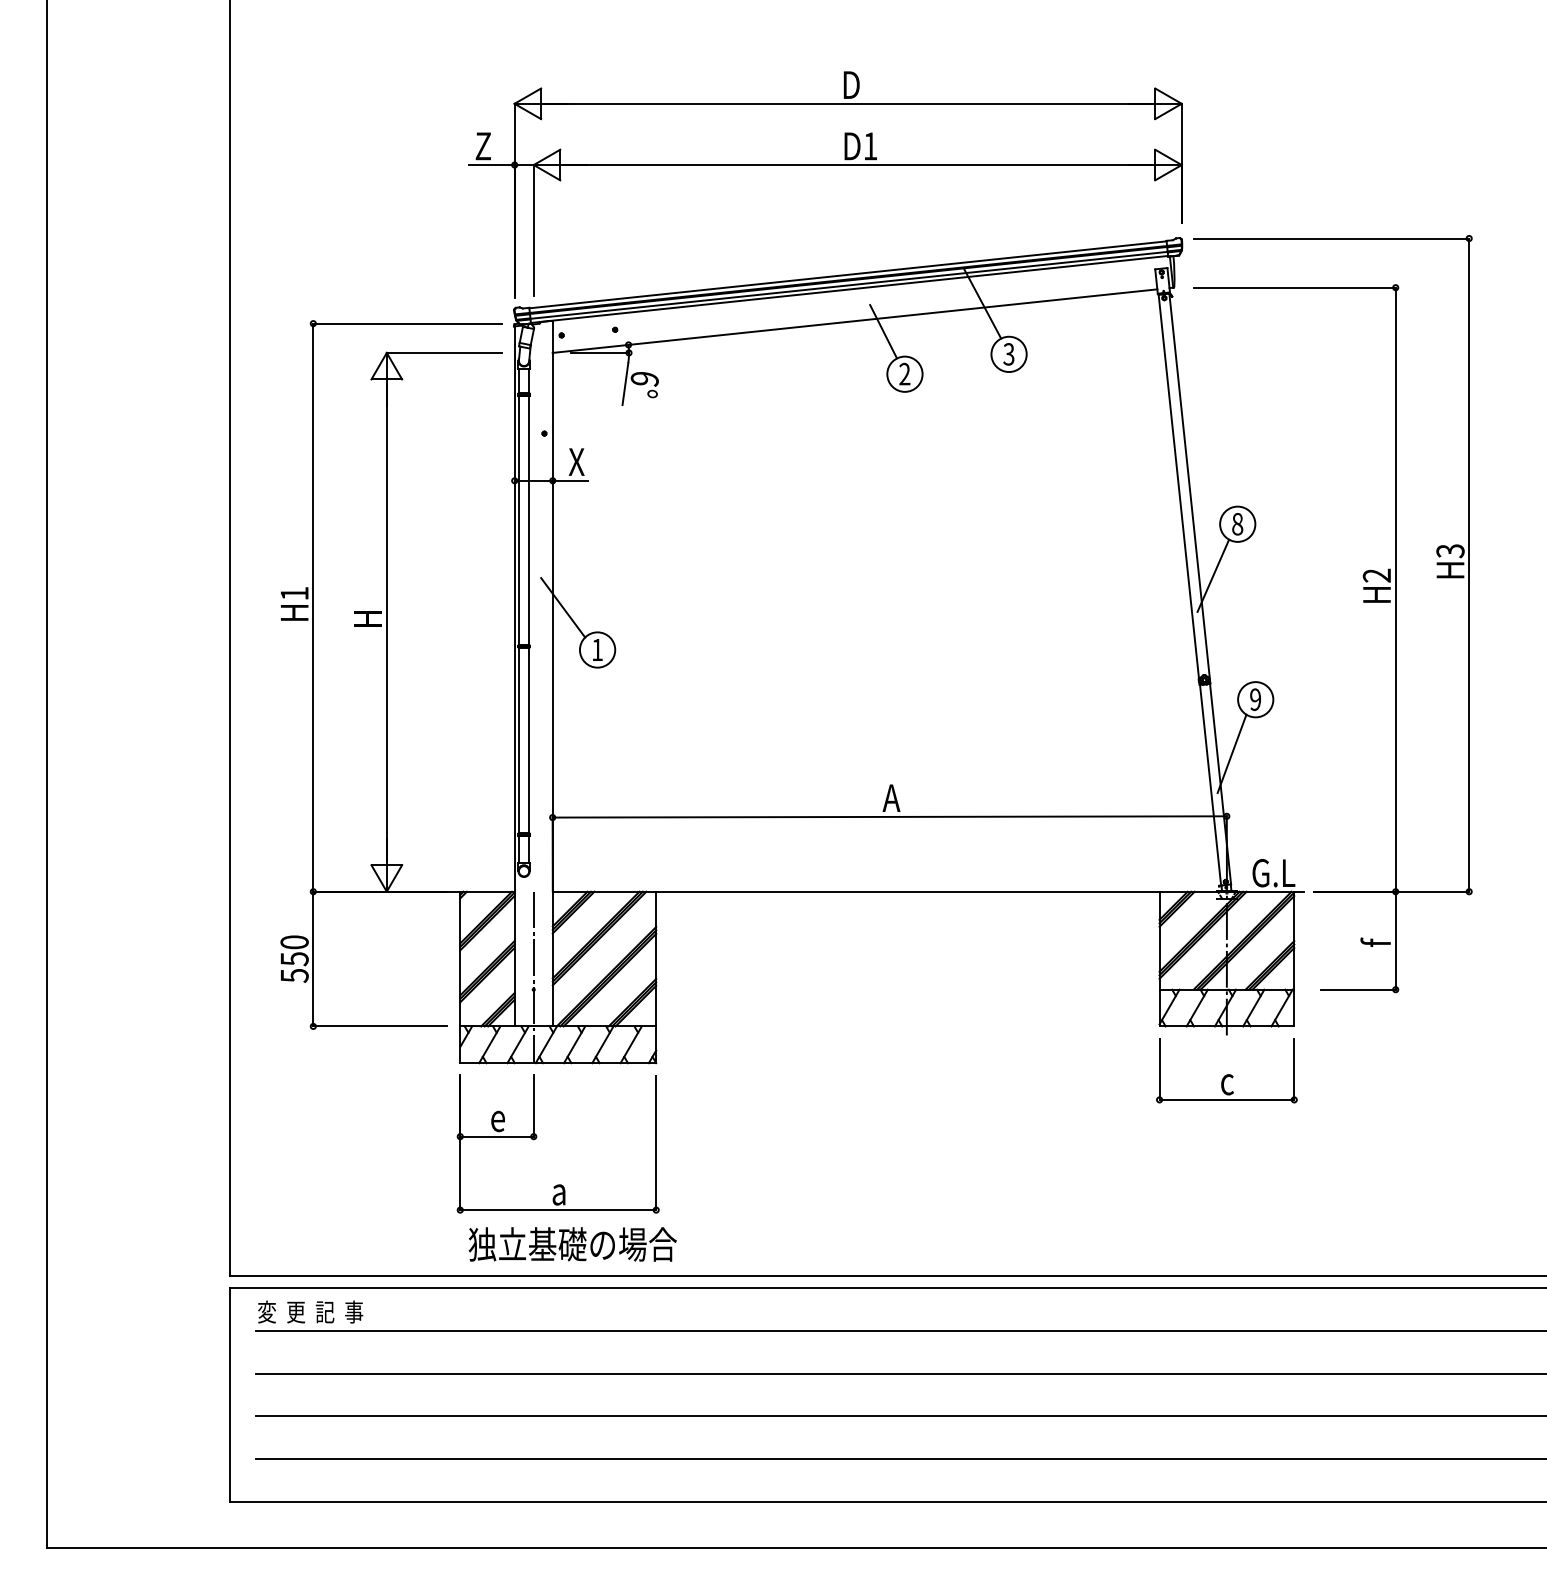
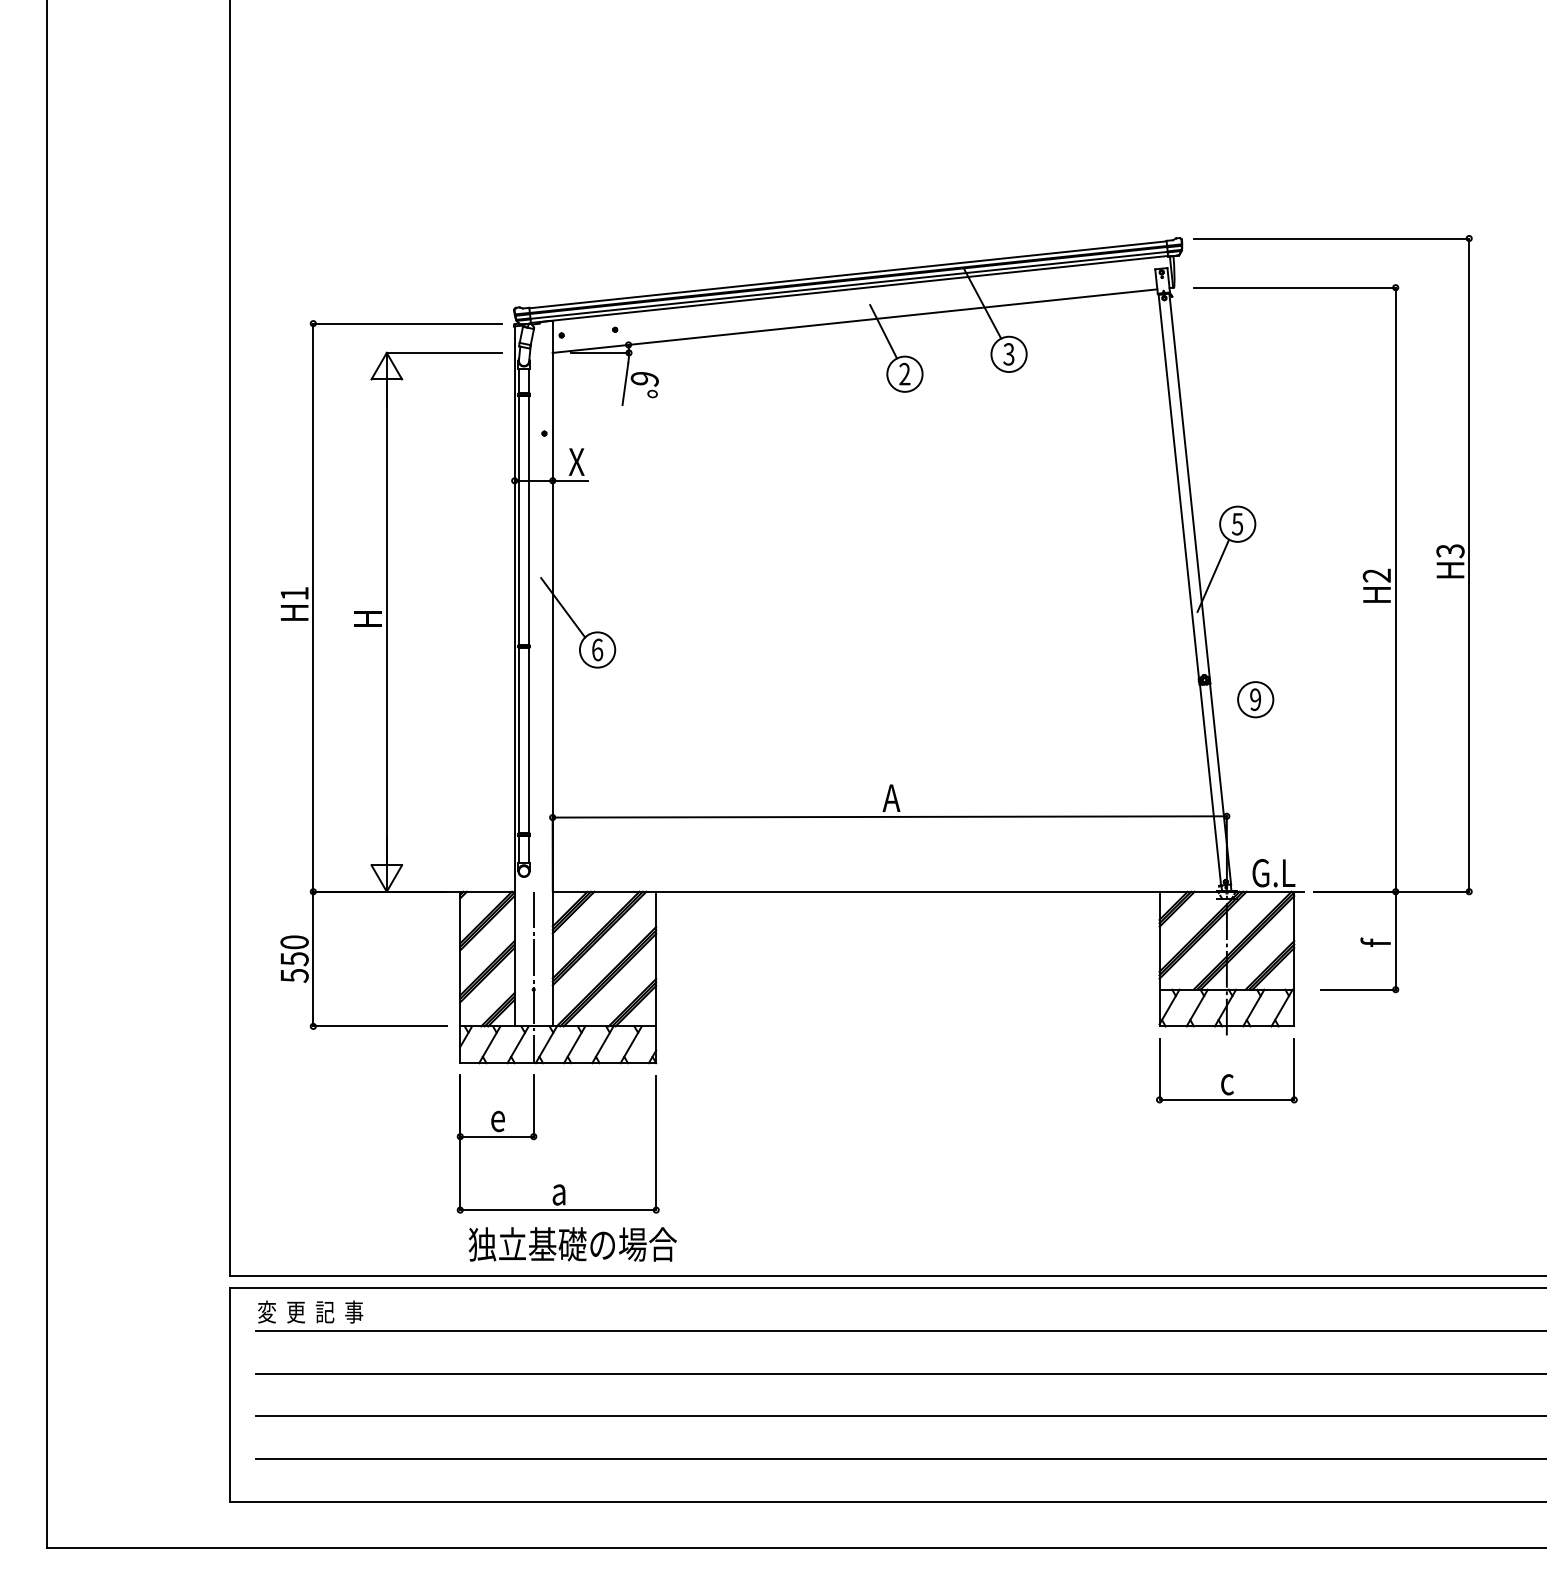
part at (825, 165): present -> none
text at (1237, 524): 8 -> 5
text at (597, 649): 1 -> 6
line at (1231, 753): present -> none
